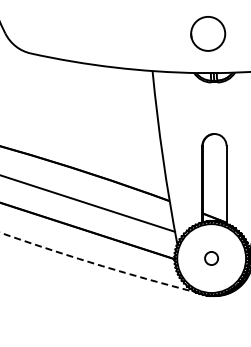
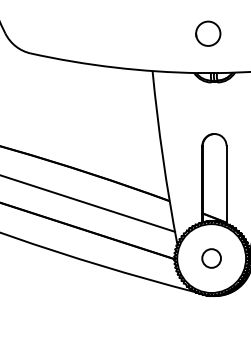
circle at (208, 33) size: 37x36 px -> 27x27 px
circle at (211, 258) size: 15x15 px -> 21x21 px
arc at (97, 264): dashed -> solid
